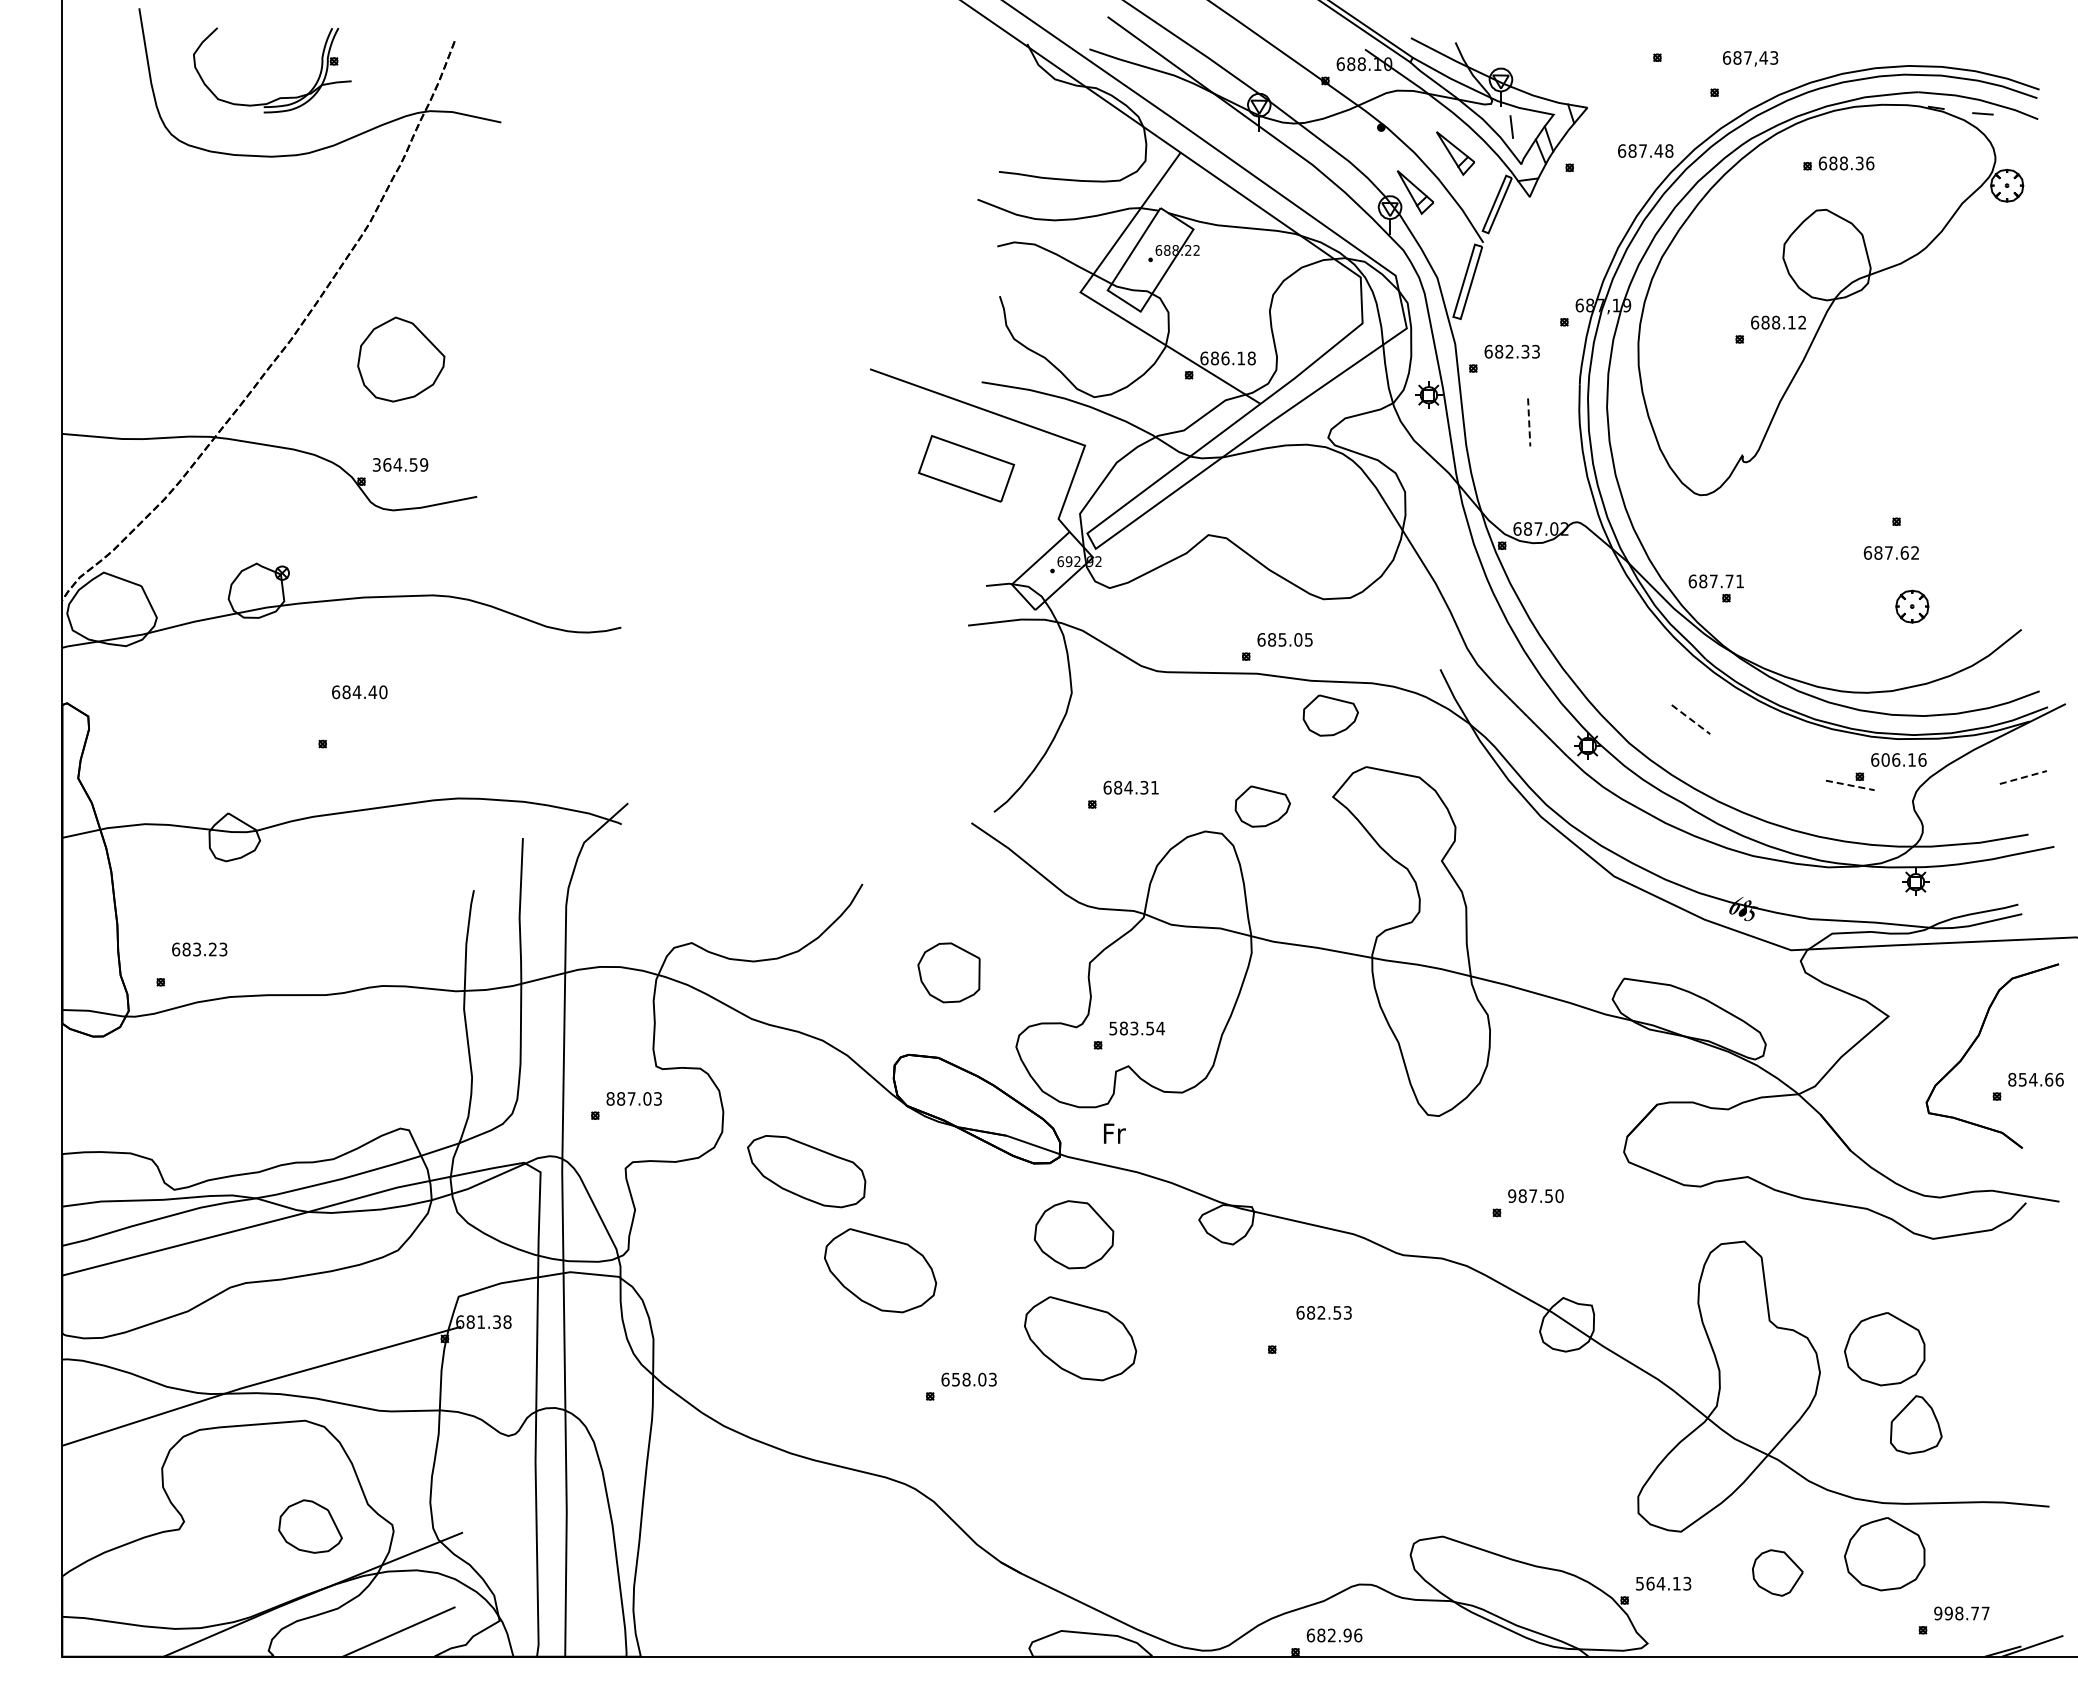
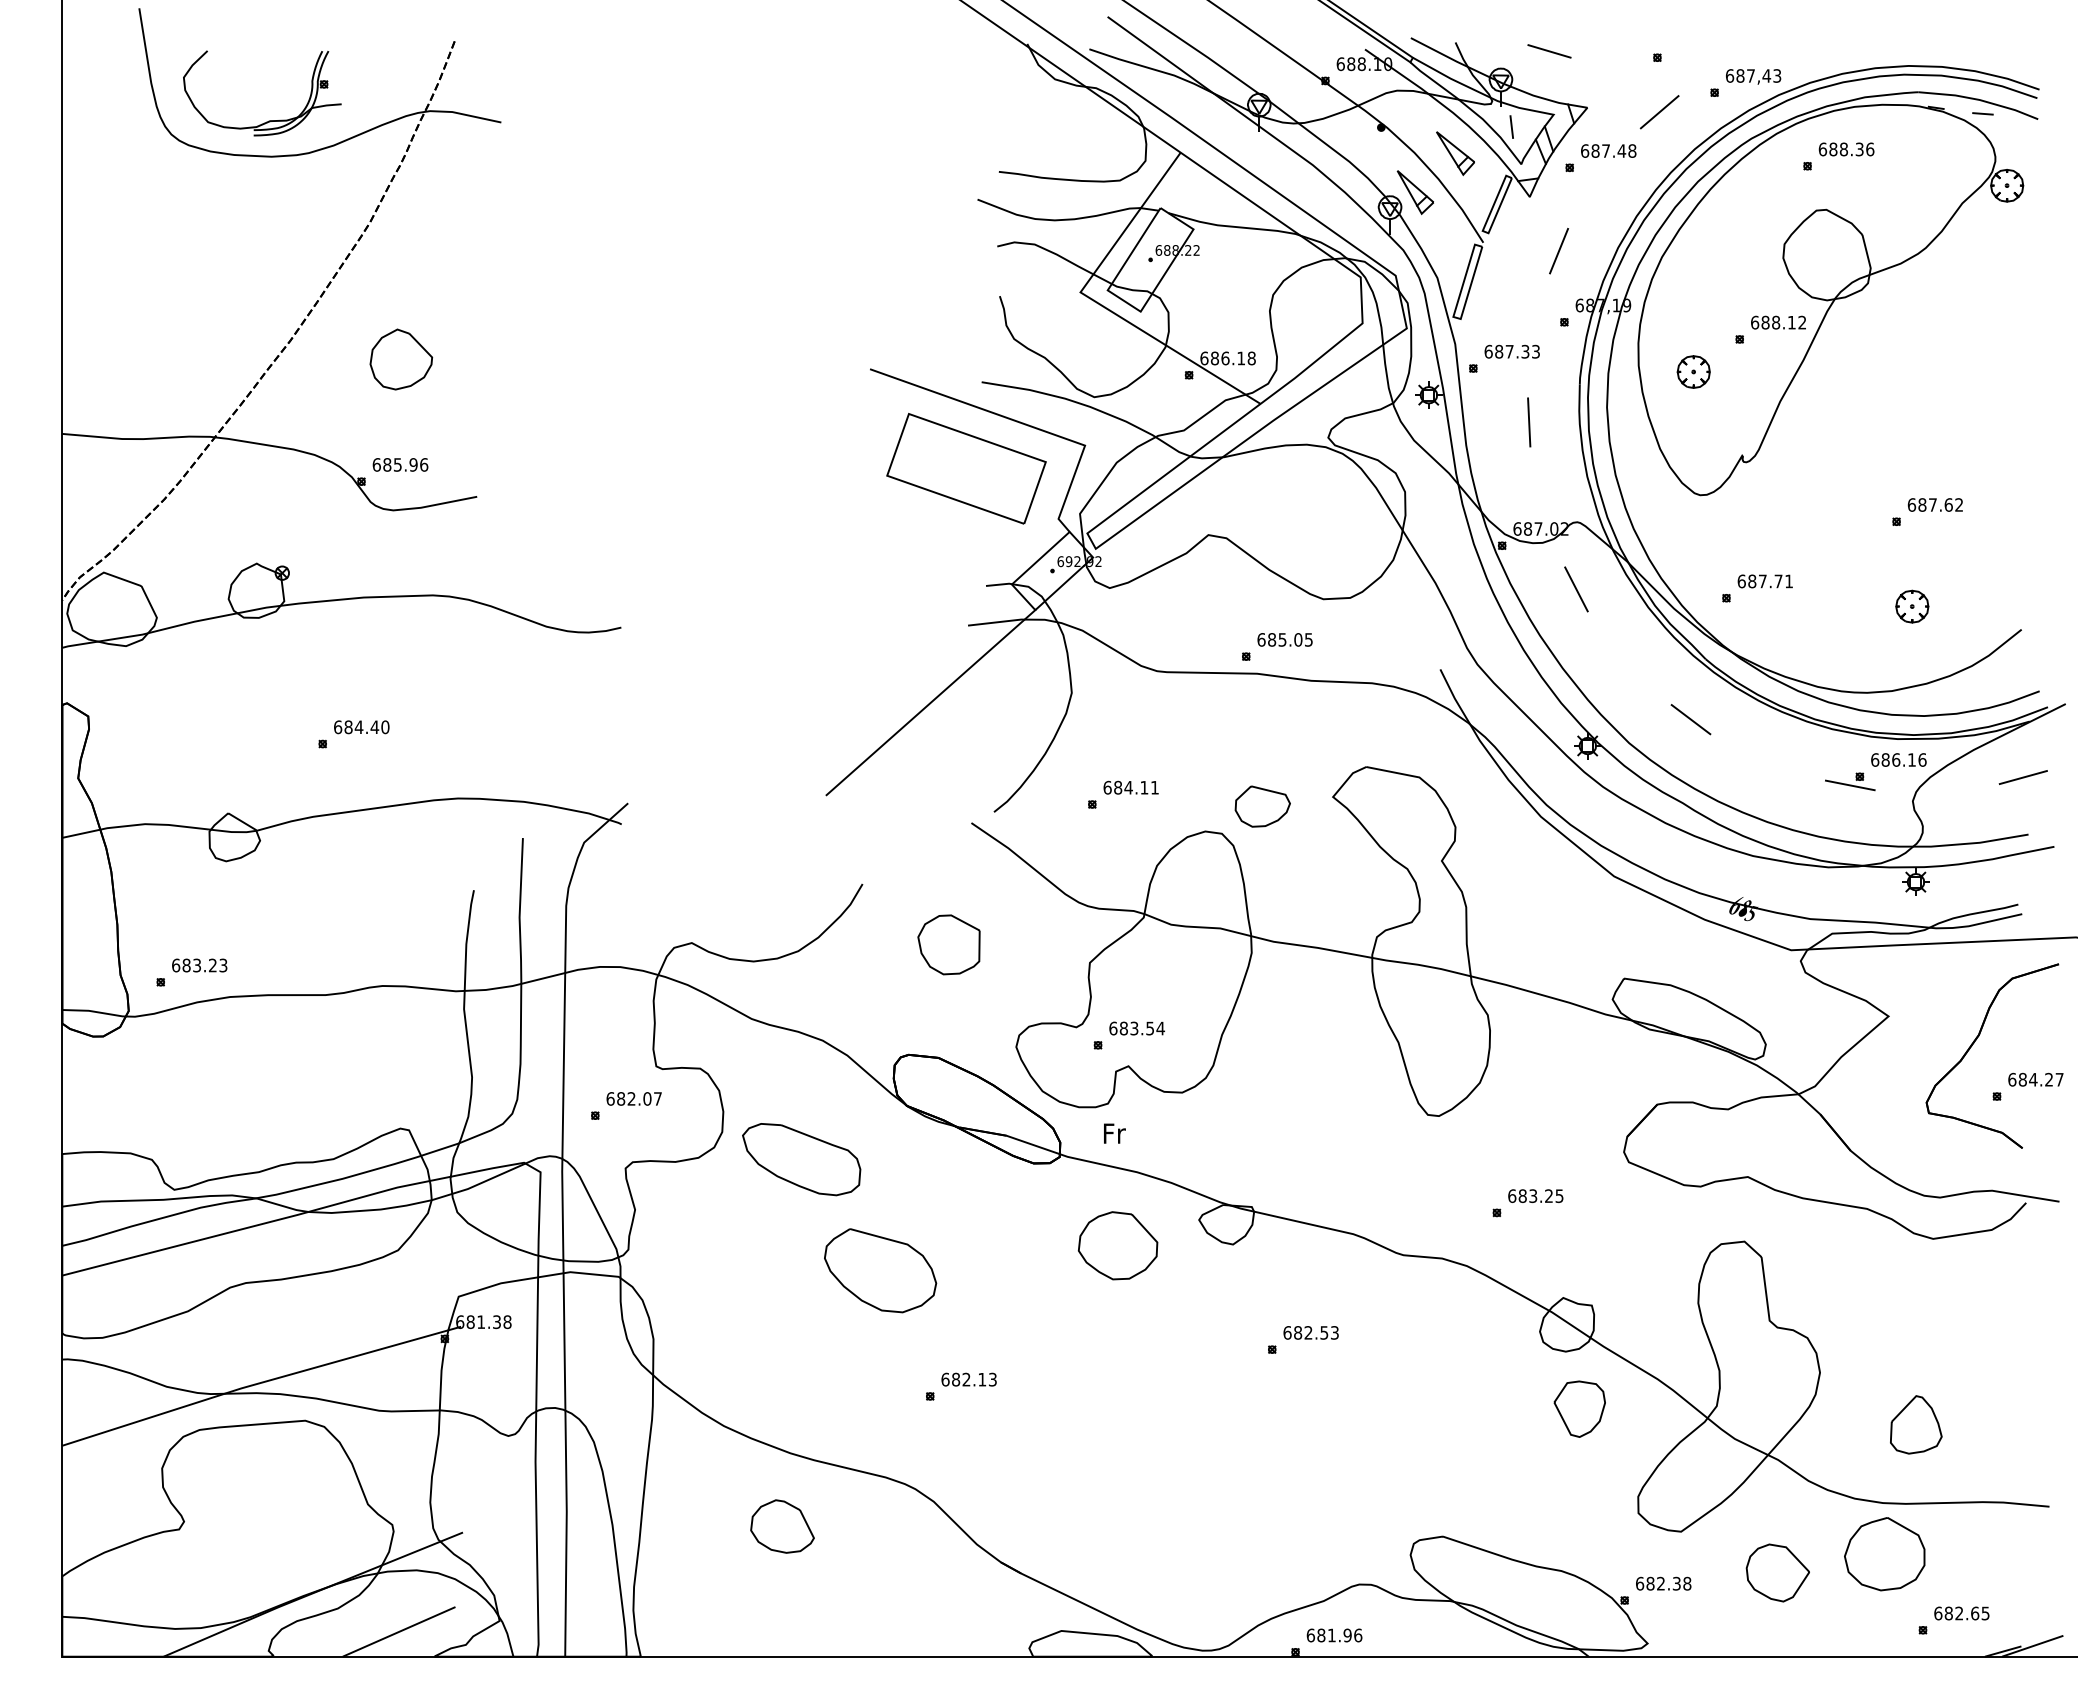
line at (1549, 51): none -> present
text at (1750, 58) position: (1750, 58) -> (1753, 76)
part at (278, 97) position: (278, 97) -> (268, 120)
line at (1659, 112): none -> present
text at (1645, 150) position: (1645, 150) -> (1608, 150)
text at (1846, 163) position: (1846, 163) -> (1846, 149)
line at (1559, 250): none -> present
text at (1509, 351): 682.33 -> 687.33
part at (401, 359) size: 89x87 px -> 65x63 px
part at (1693, 371): none -> present
line at (1529, 422): dashed -> solid
text at (400, 464): 364.59 -> 685.96
part at (966, 468) size: 99x68 px -> 161x112 px
text at (1890, 552) position: (1890, 552) -> (1934, 504)
text at (1715, 581) position: (1715, 581) -> (1764, 581)
line at (1576, 589): none -> present
text at (359, 692) position: (359, 692) -> (361, 727)
line at (930, 702): none -> present
part at (1330, 715): present -> none
line at (1691, 719): dashed -> solid
text at (1885, 759): 606.16 -> 686.16
line at (2023, 777): dashed -> solid
line at (1850, 785): dashed -> solid
text at (1144, 787): 684.31 -> 684.11
text at (199, 949) position: (199, 949) -> (199, 965)
part at (948, 972) position: (948, 972) -> (948, 944)
text at (1113, 1028): 583.54 -> 683.54
text at (2035, 1079): 854.66 -> 684.27
text at (633, 1098): 887.03 -> 682.07
part at (806, 1171) position: (806, 1171) -> (801, 1159)
text at (1535, 1196): 987.50 -> 683.25
part at (1073, 1234) position: (1073, 1234) -> (1117, 1245)
text at (1323, 1312) position: (1323, 1312) -> (1310, 1332)
part at (1080, 1338): present -> none
part at (1884, 1349): present -> none
text at (969, 1379): 658.03 -> 682.13
part at (1579, 1408): none -> present
part at (310, 1526) position: (310, 1526) -> (782, 1526)
part at (1777, 1572) size: 52x48 px -> 65x60 px
text at (1663, 1583): 564.13 -> 682.38
text at (1961, 1613): 998.77 -> 682.65
text at (1331, 1635): 682.96 -> 681.96
